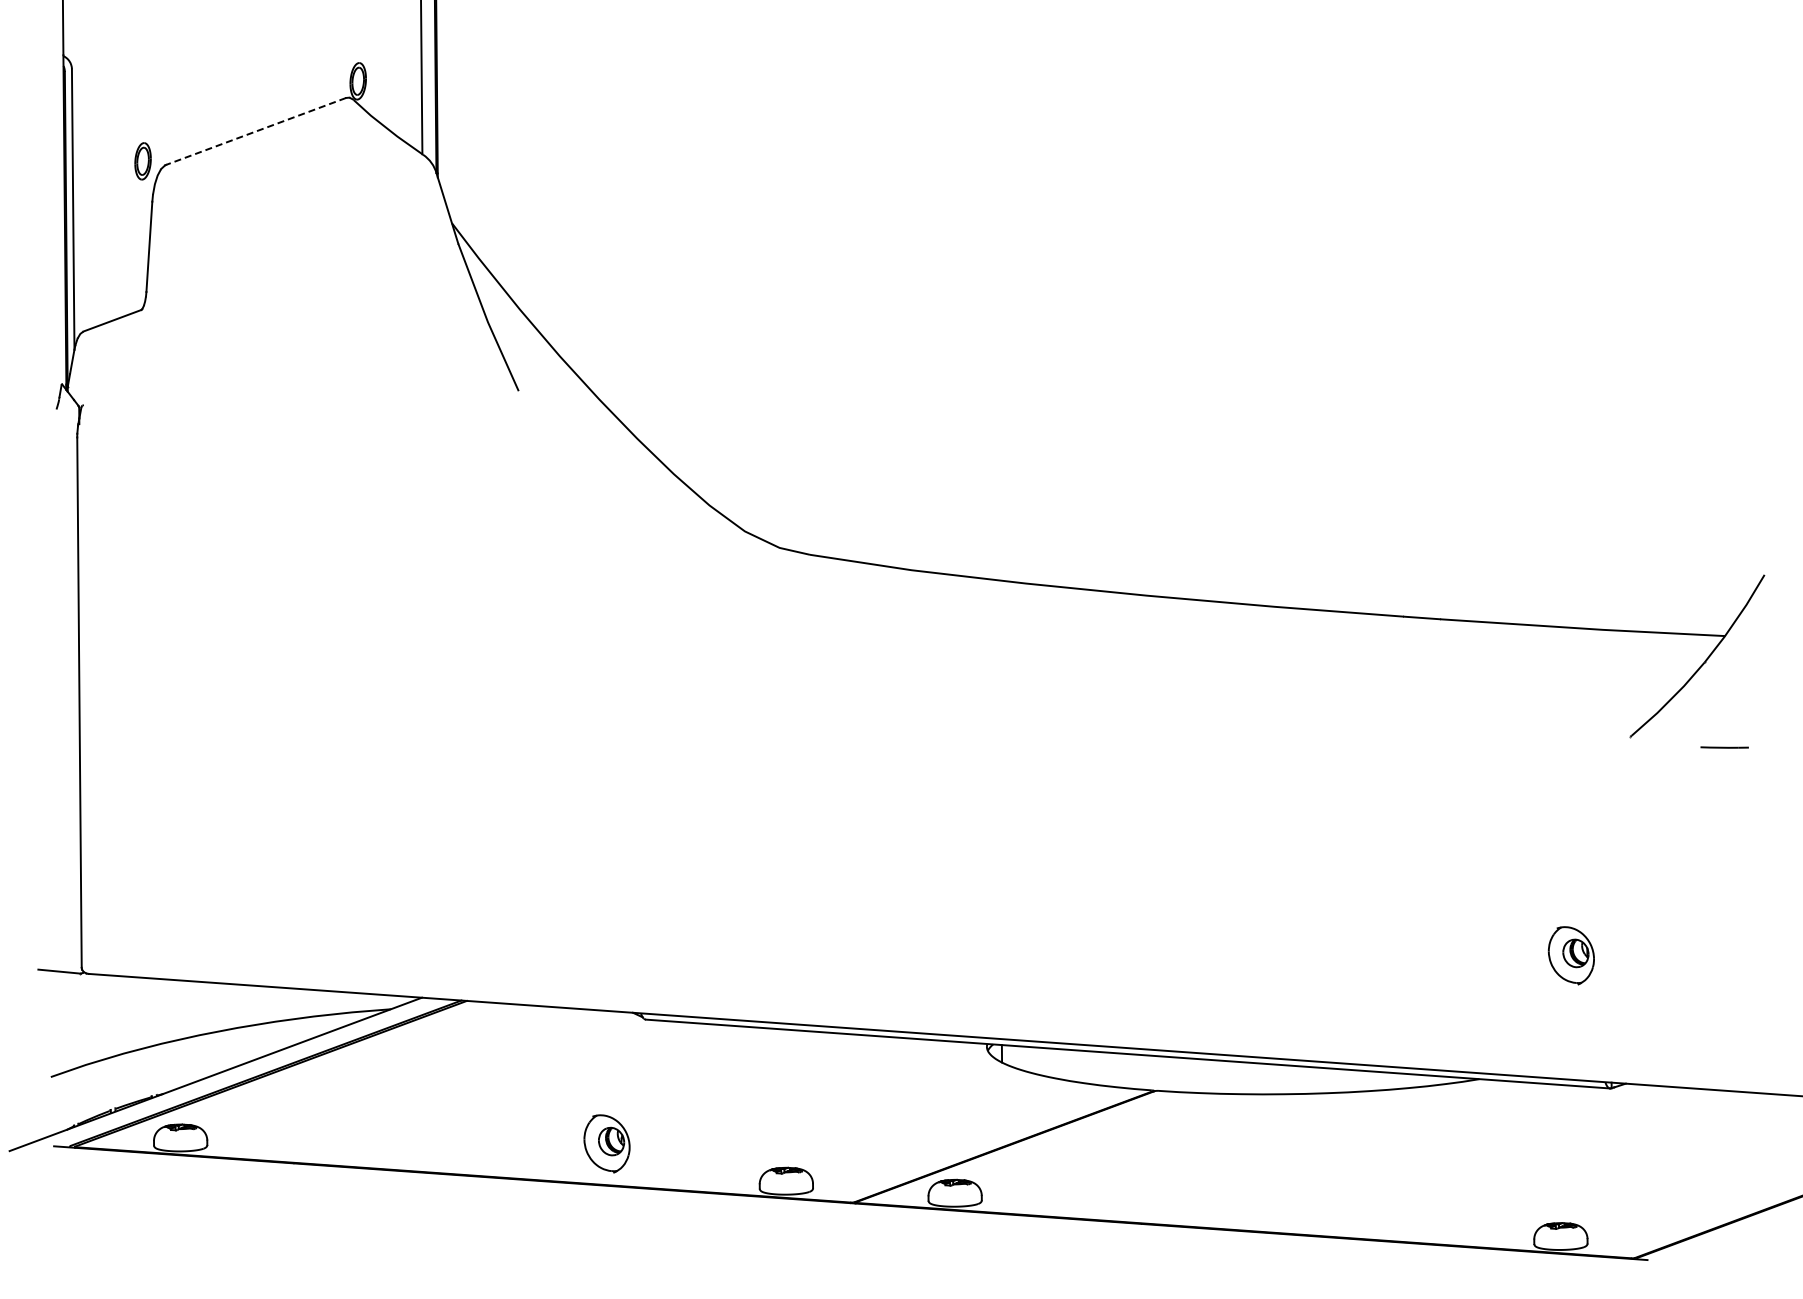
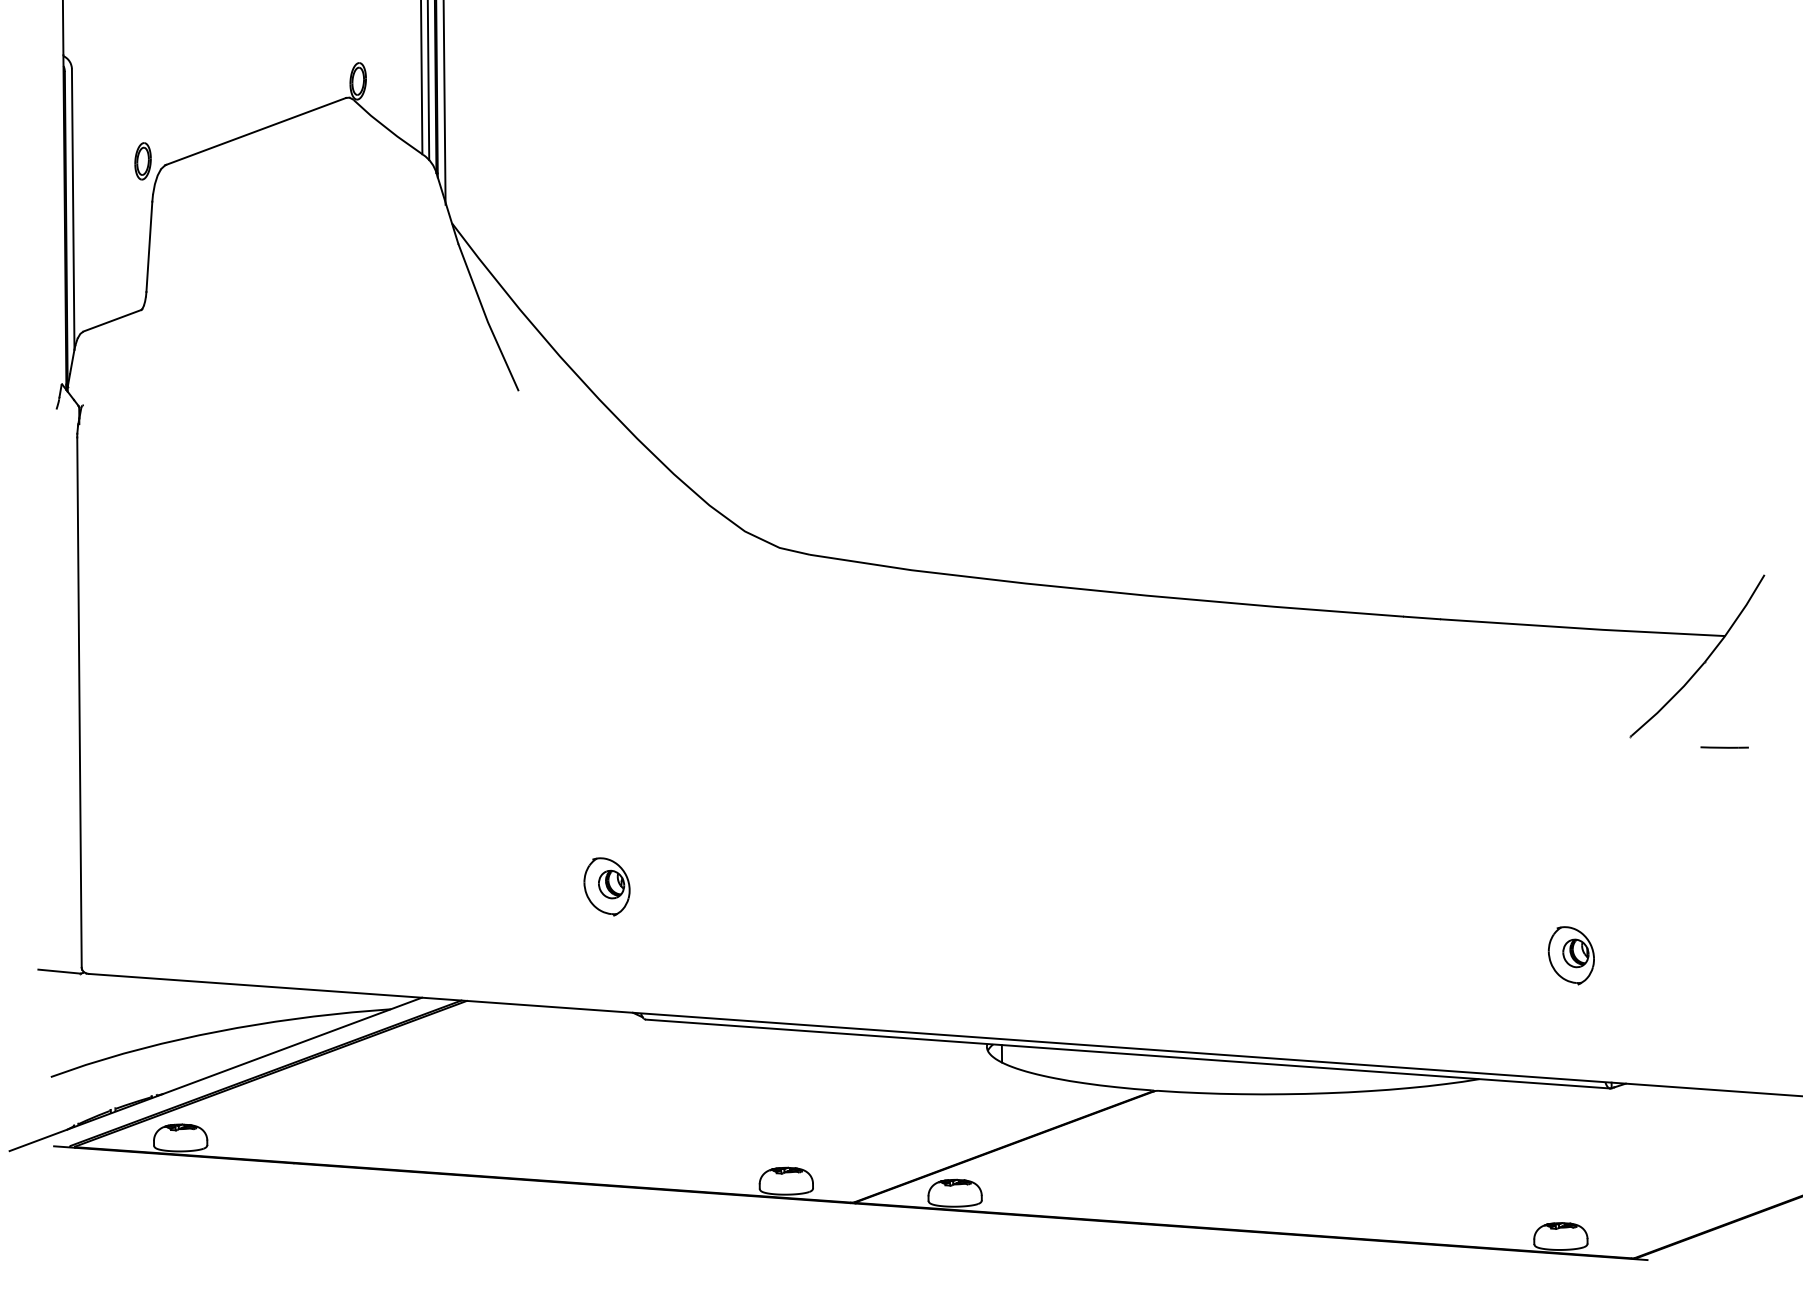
line at (428, 81): none -> present
line at (444, 103): none -> present
line at (256, 131): dashed -> solid
part at (606, 1143) position: (606, 1143) -> (606, 886)
